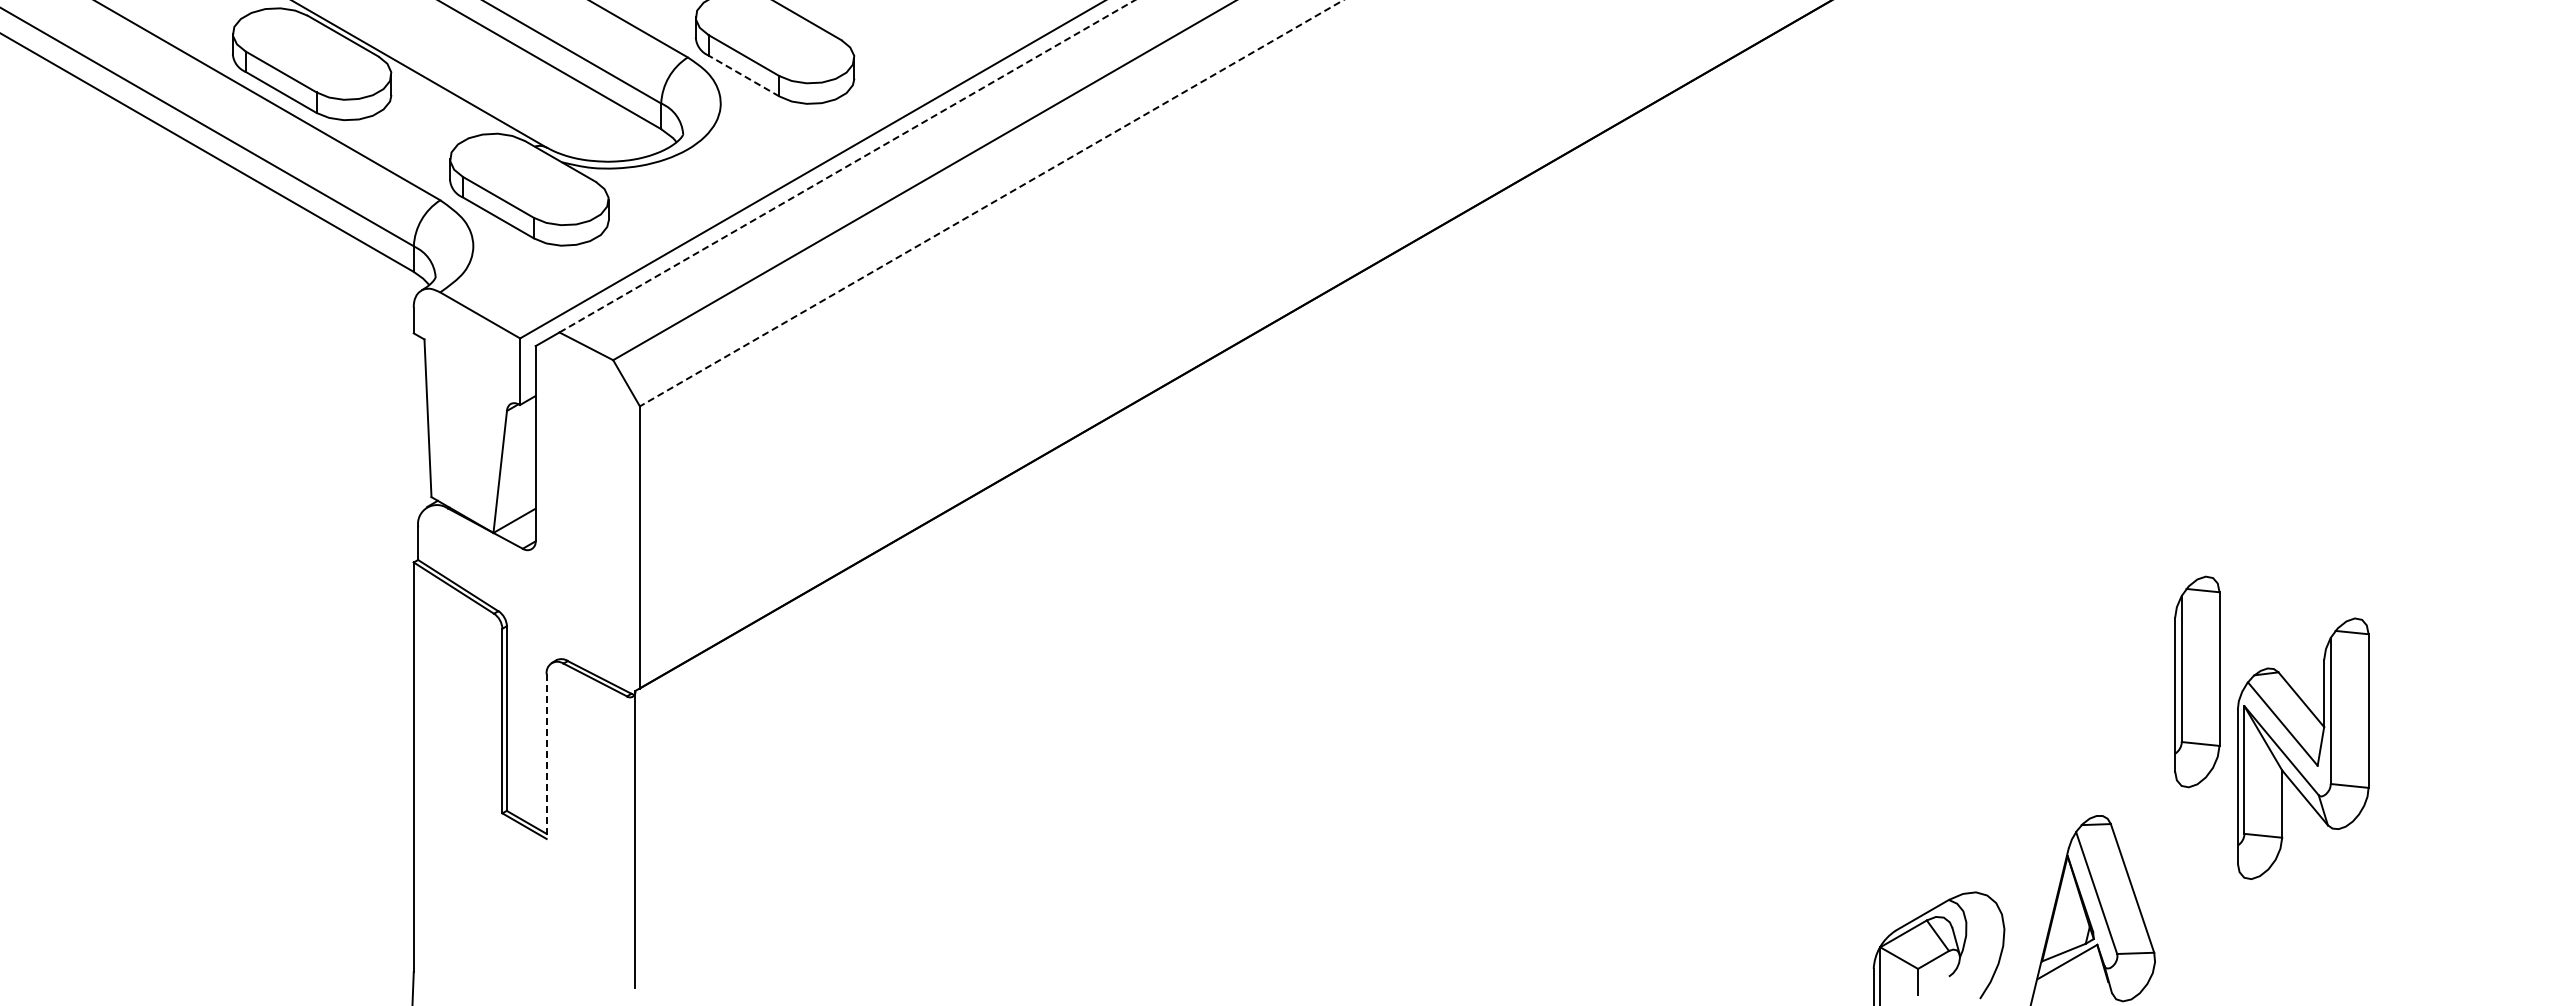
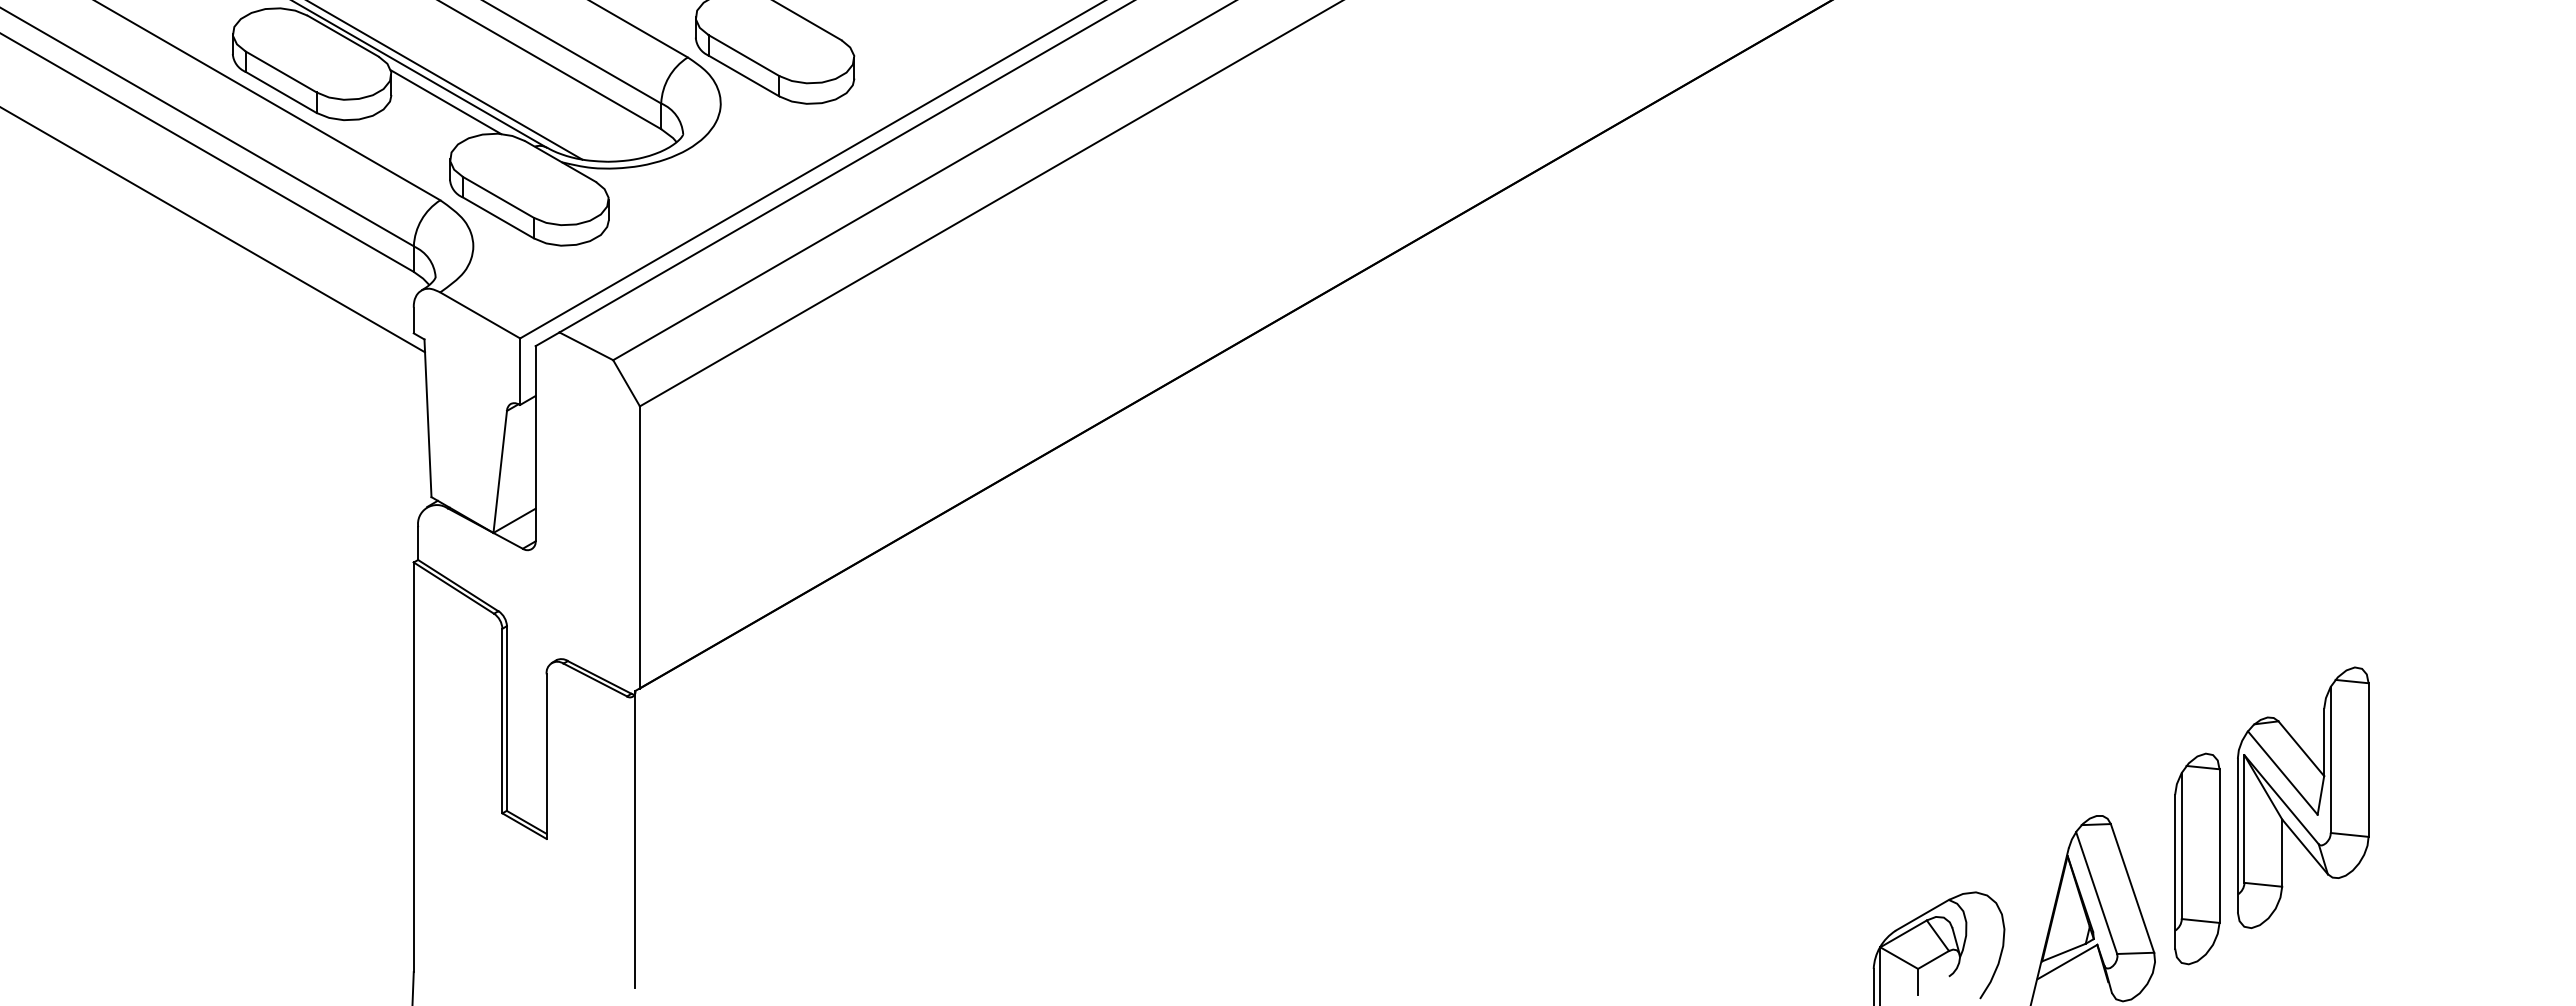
line at (744, 76): dashed -> solid
line at (445, 80): none -> present
line at (445, 102): none -> present
line at (847, 166): dashed -> solid
line at (991, 203): dashed -> solid
line at (213, 230): none -> present
part at (2197, 681) position: (2197, 681) -> (2197, 858)
part at (2303, 748) position: (2303, 748) -> (2303, 797)
line at (546, 757): dashed -> solid
